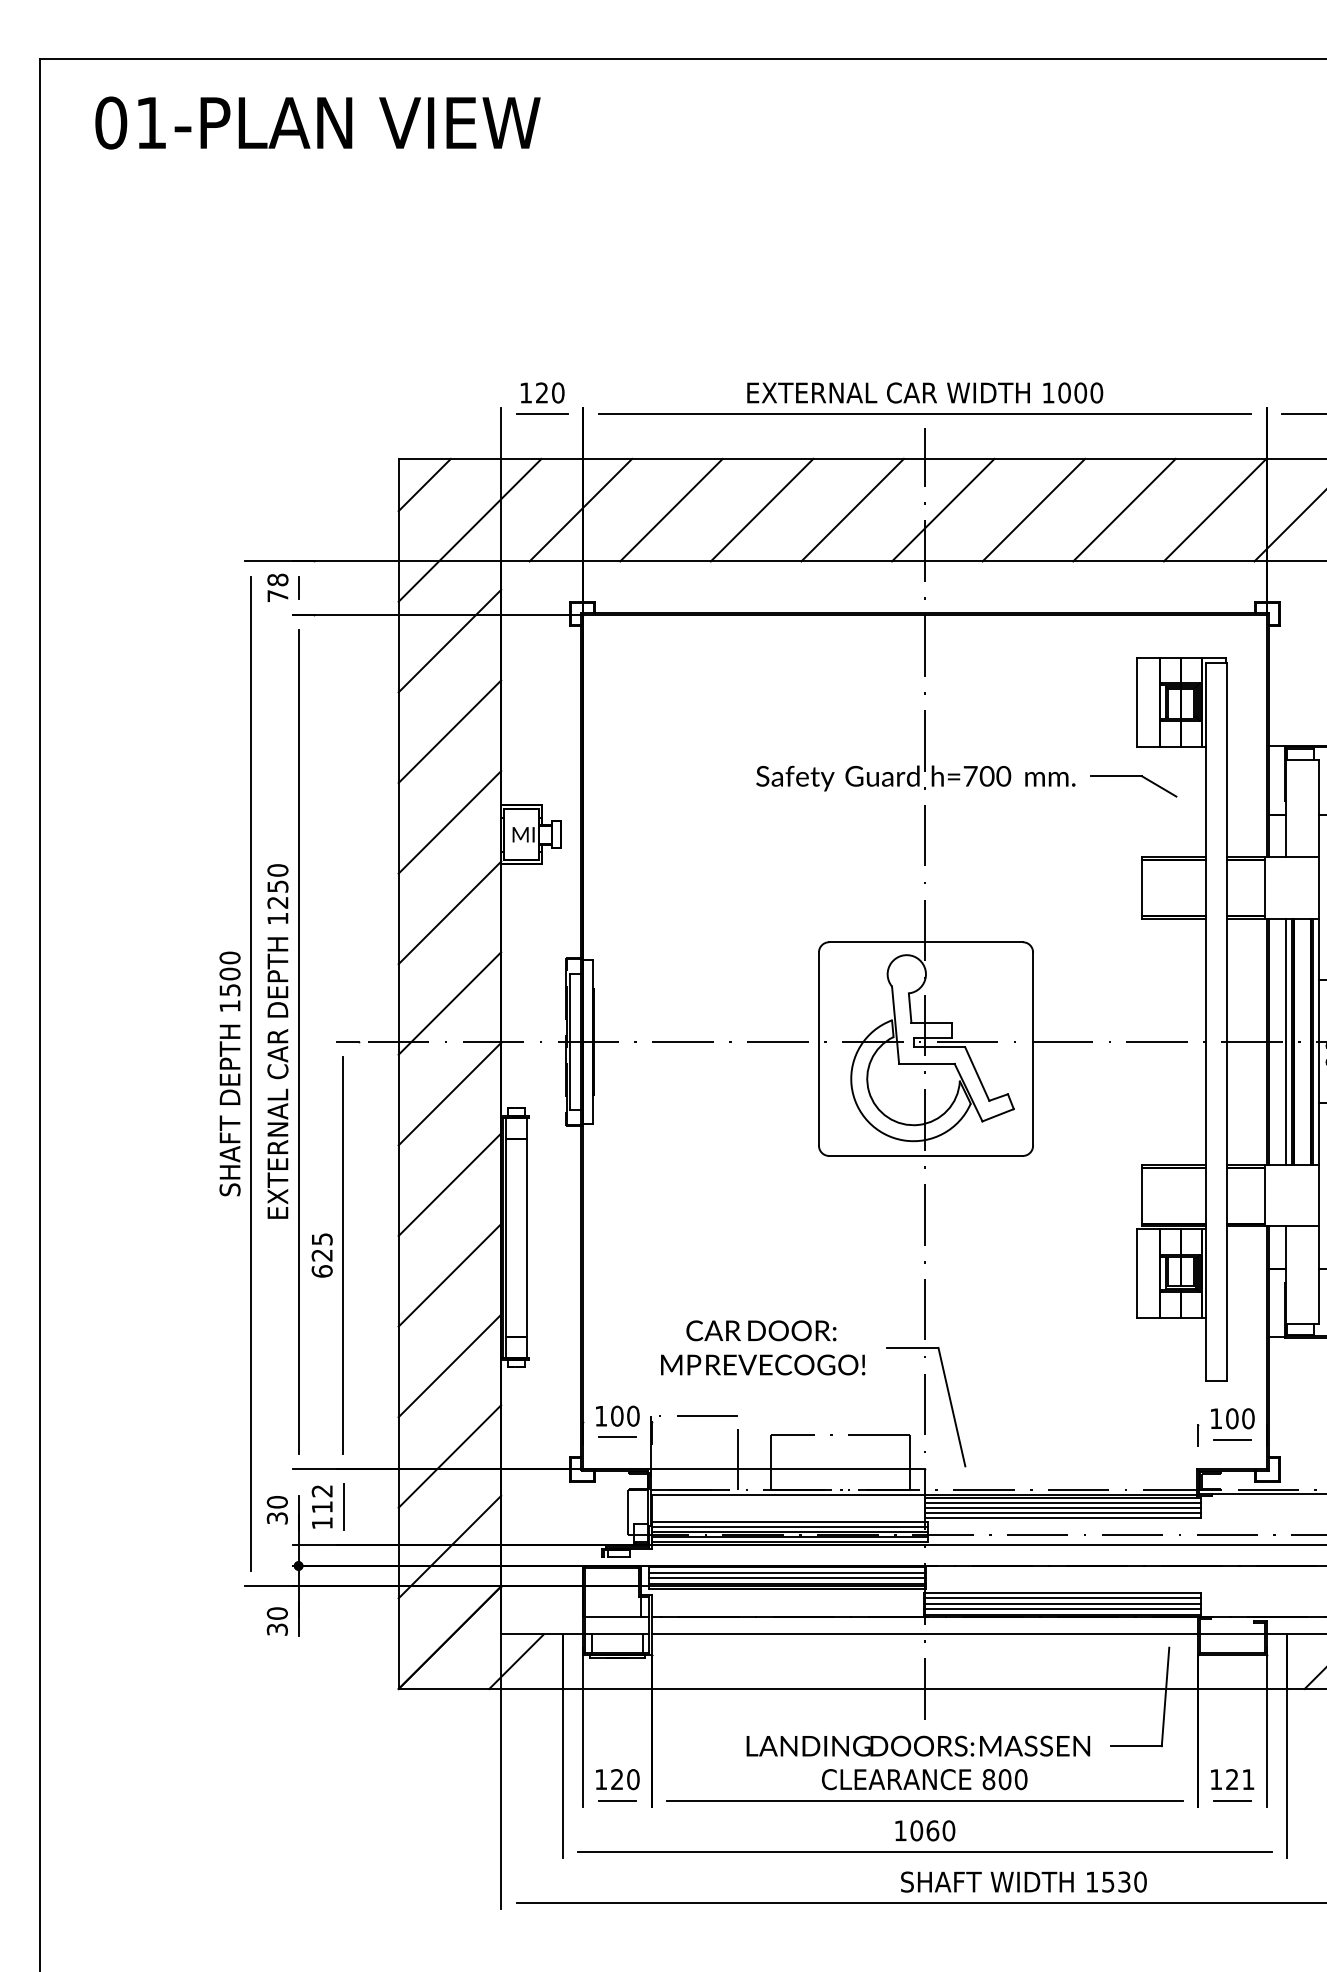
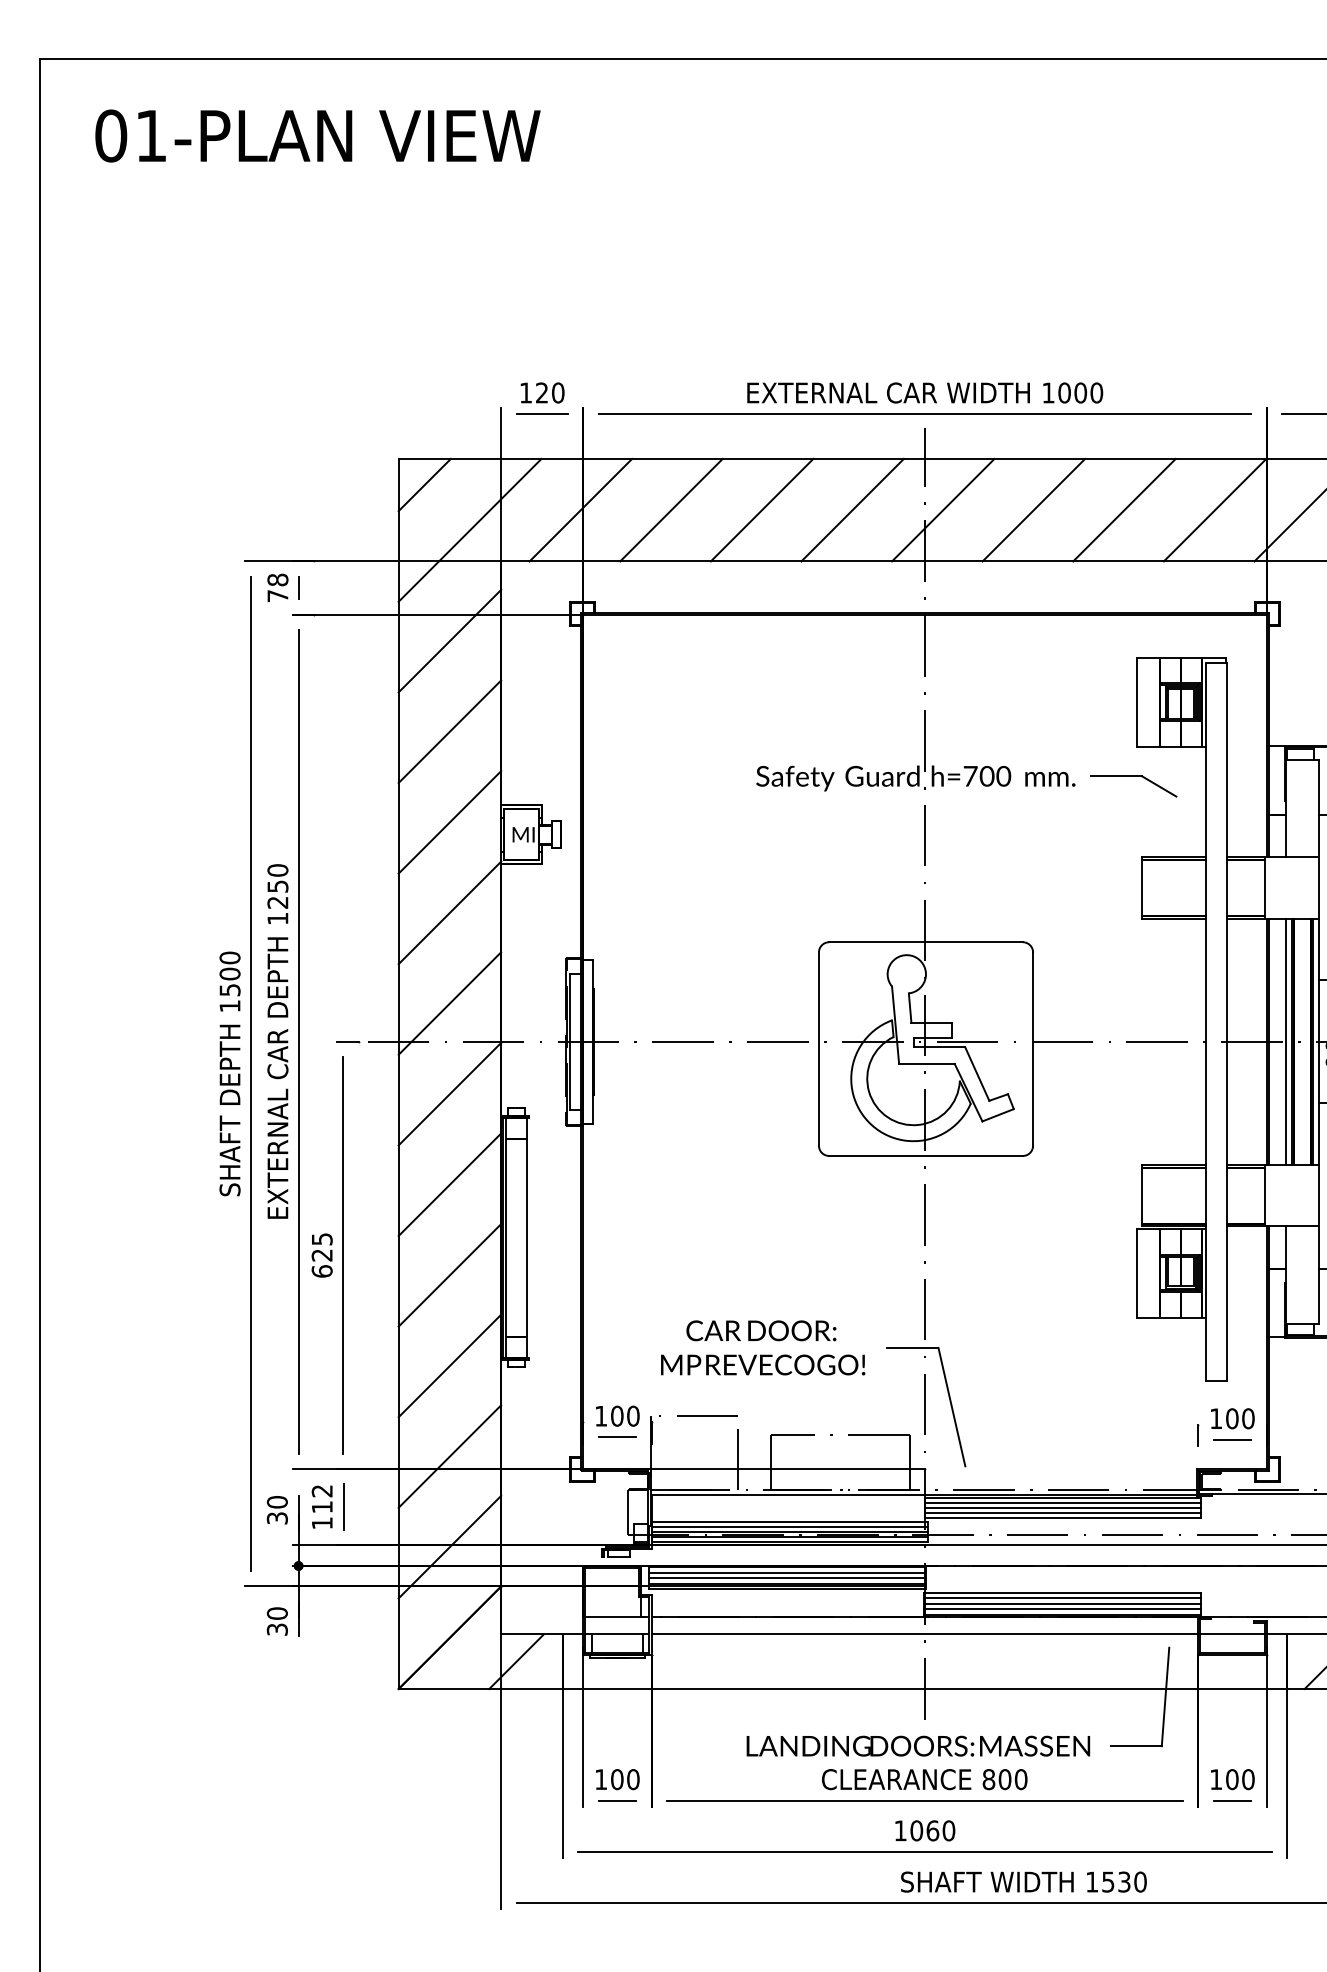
text at (317, 122) position: (317, 122) -> (317, 135)
text at (617, 1779): 120 -> 100
text at (1240, 1779): 121 -> 100
